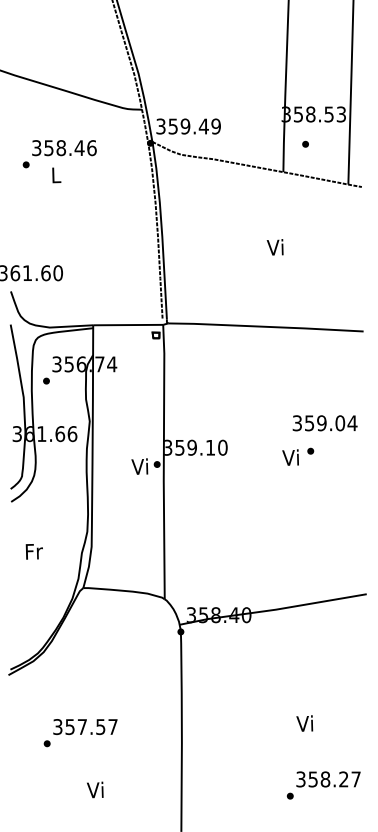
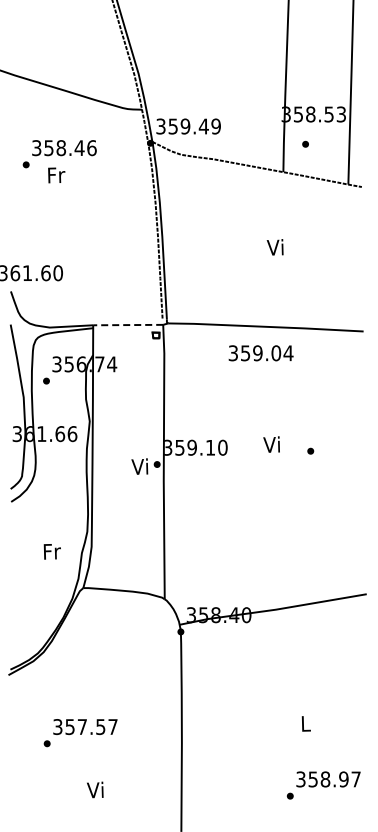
text at (56, 175): L -> Fr
line at (128, 325): solid -> dashed
text at (324, 423) position: (324, 423) -> (260, 353)
text at (290, 457) position: (290, 457) -> (271, 444)
text at (33, 551) position: (33, 551) -> (51, 551)
text at (304, 723): Vi -> L
text at (343, 779): 358.27 -> 358.97
